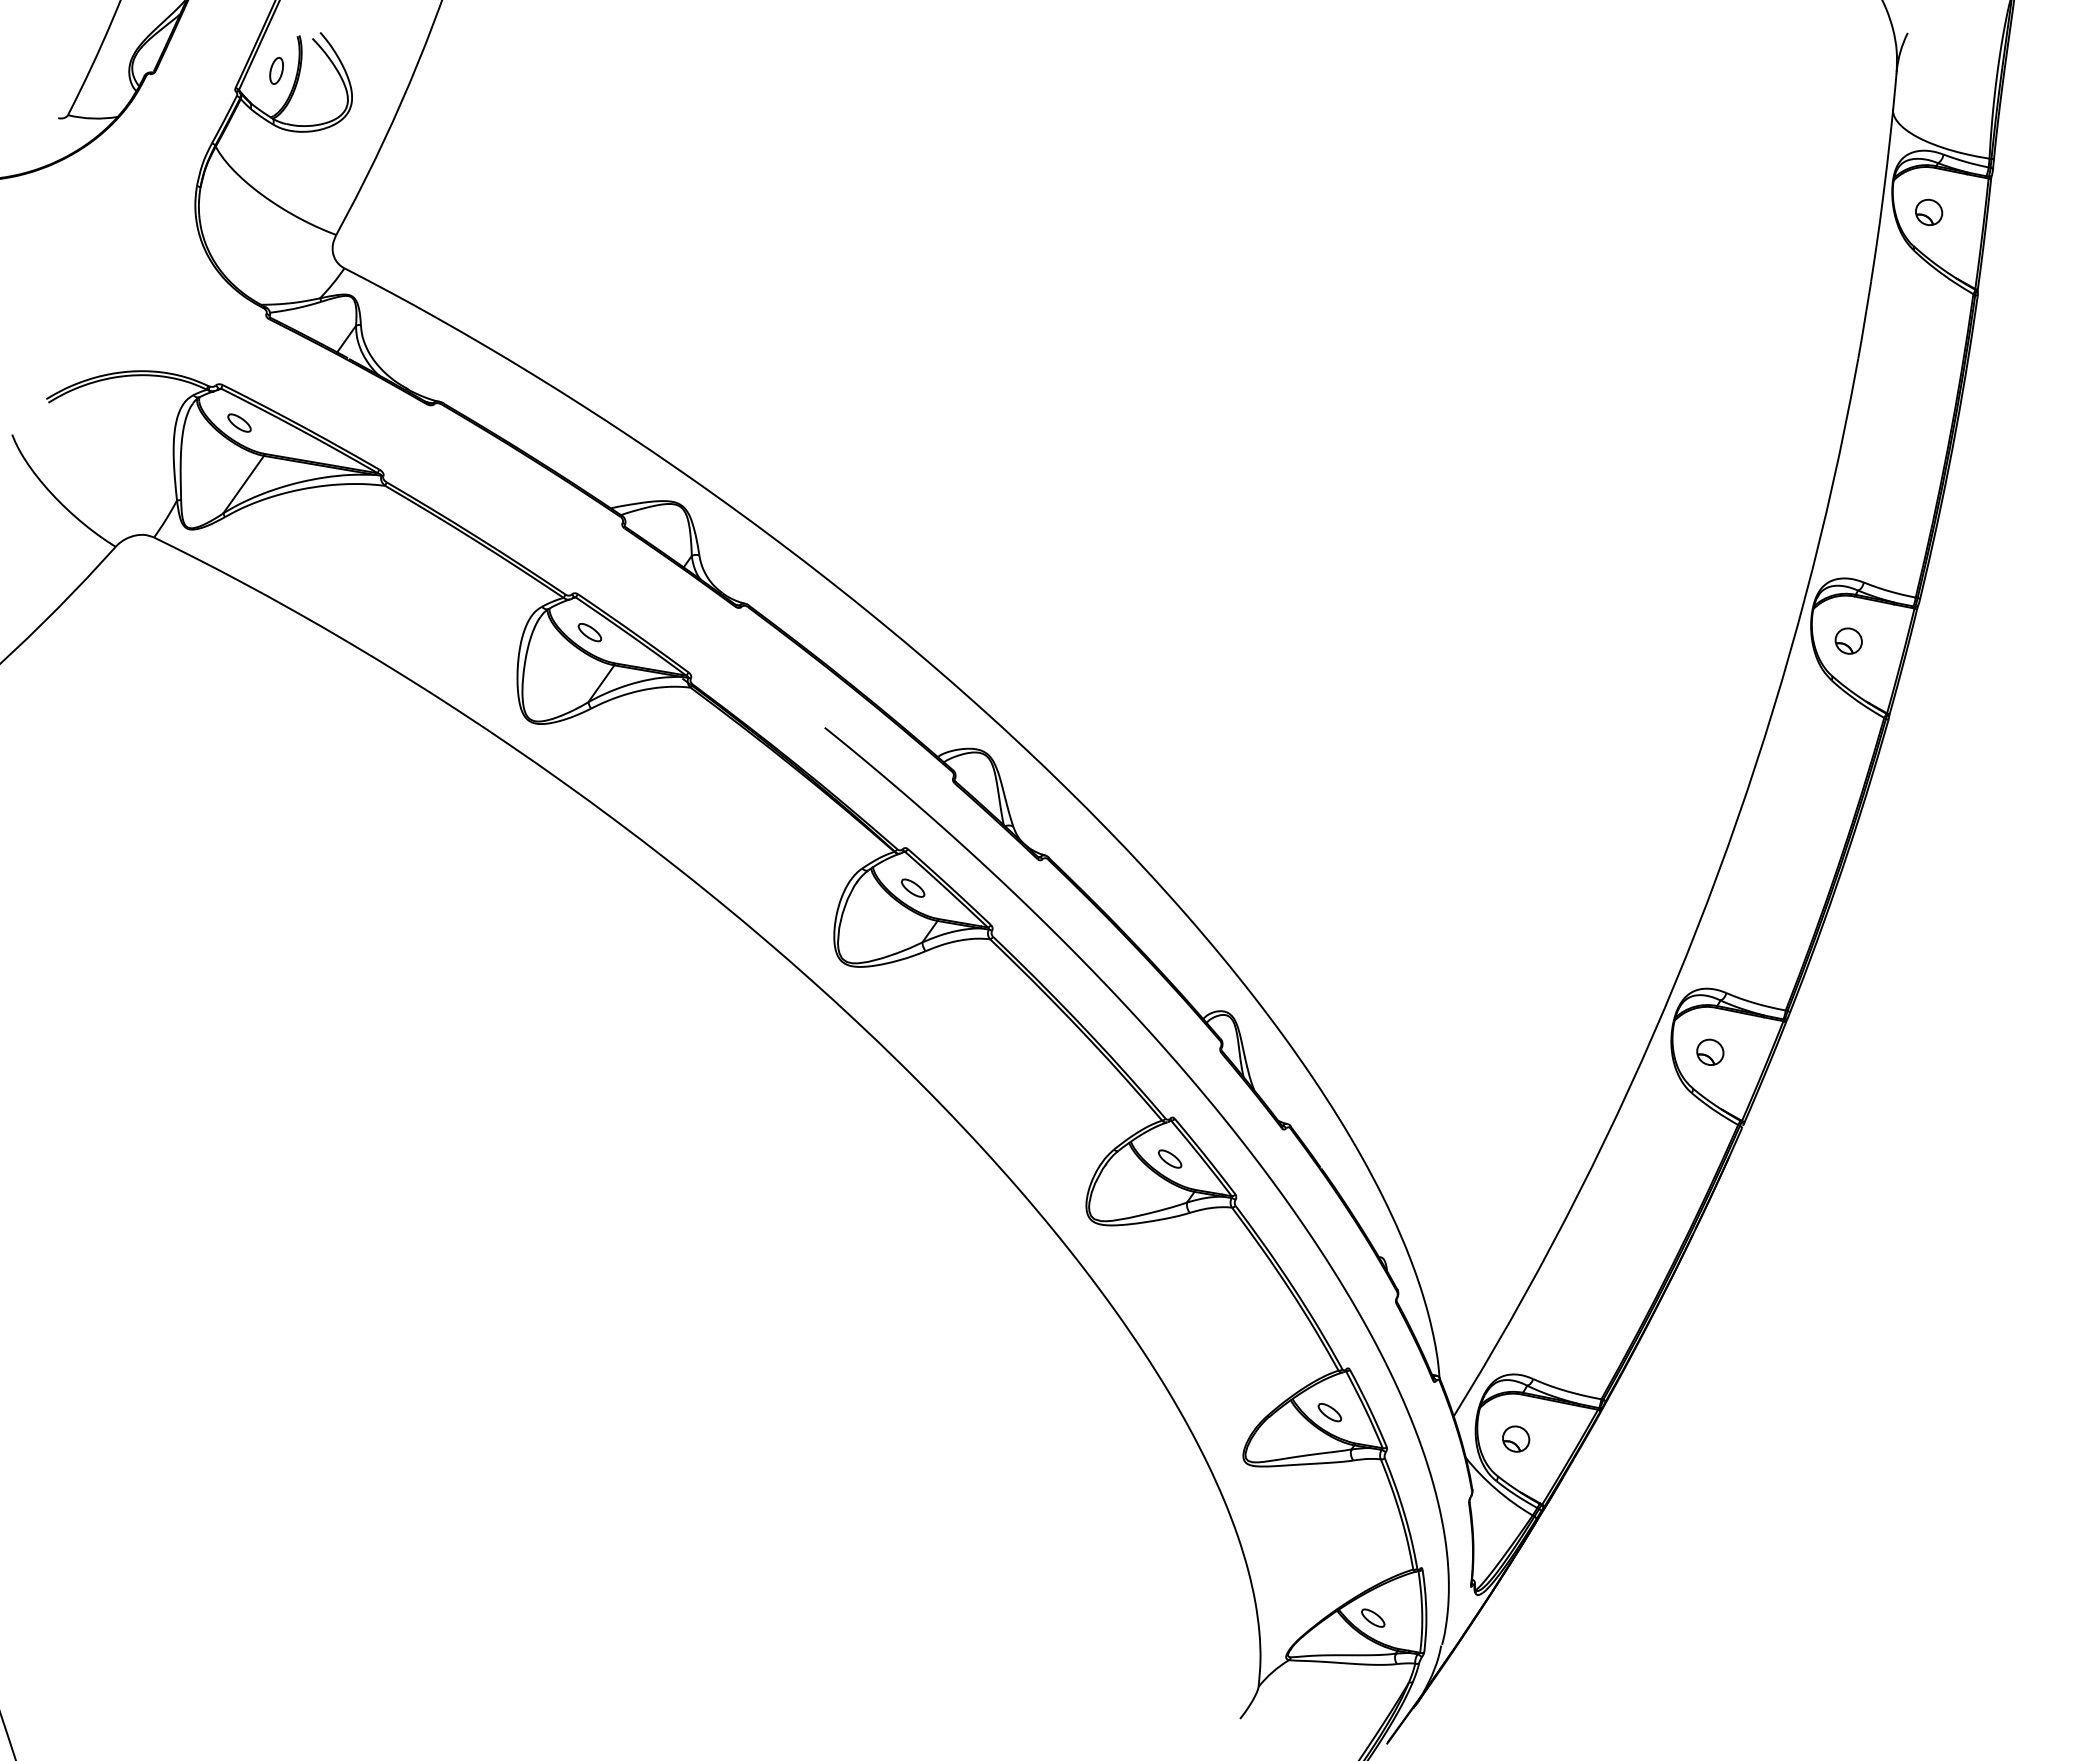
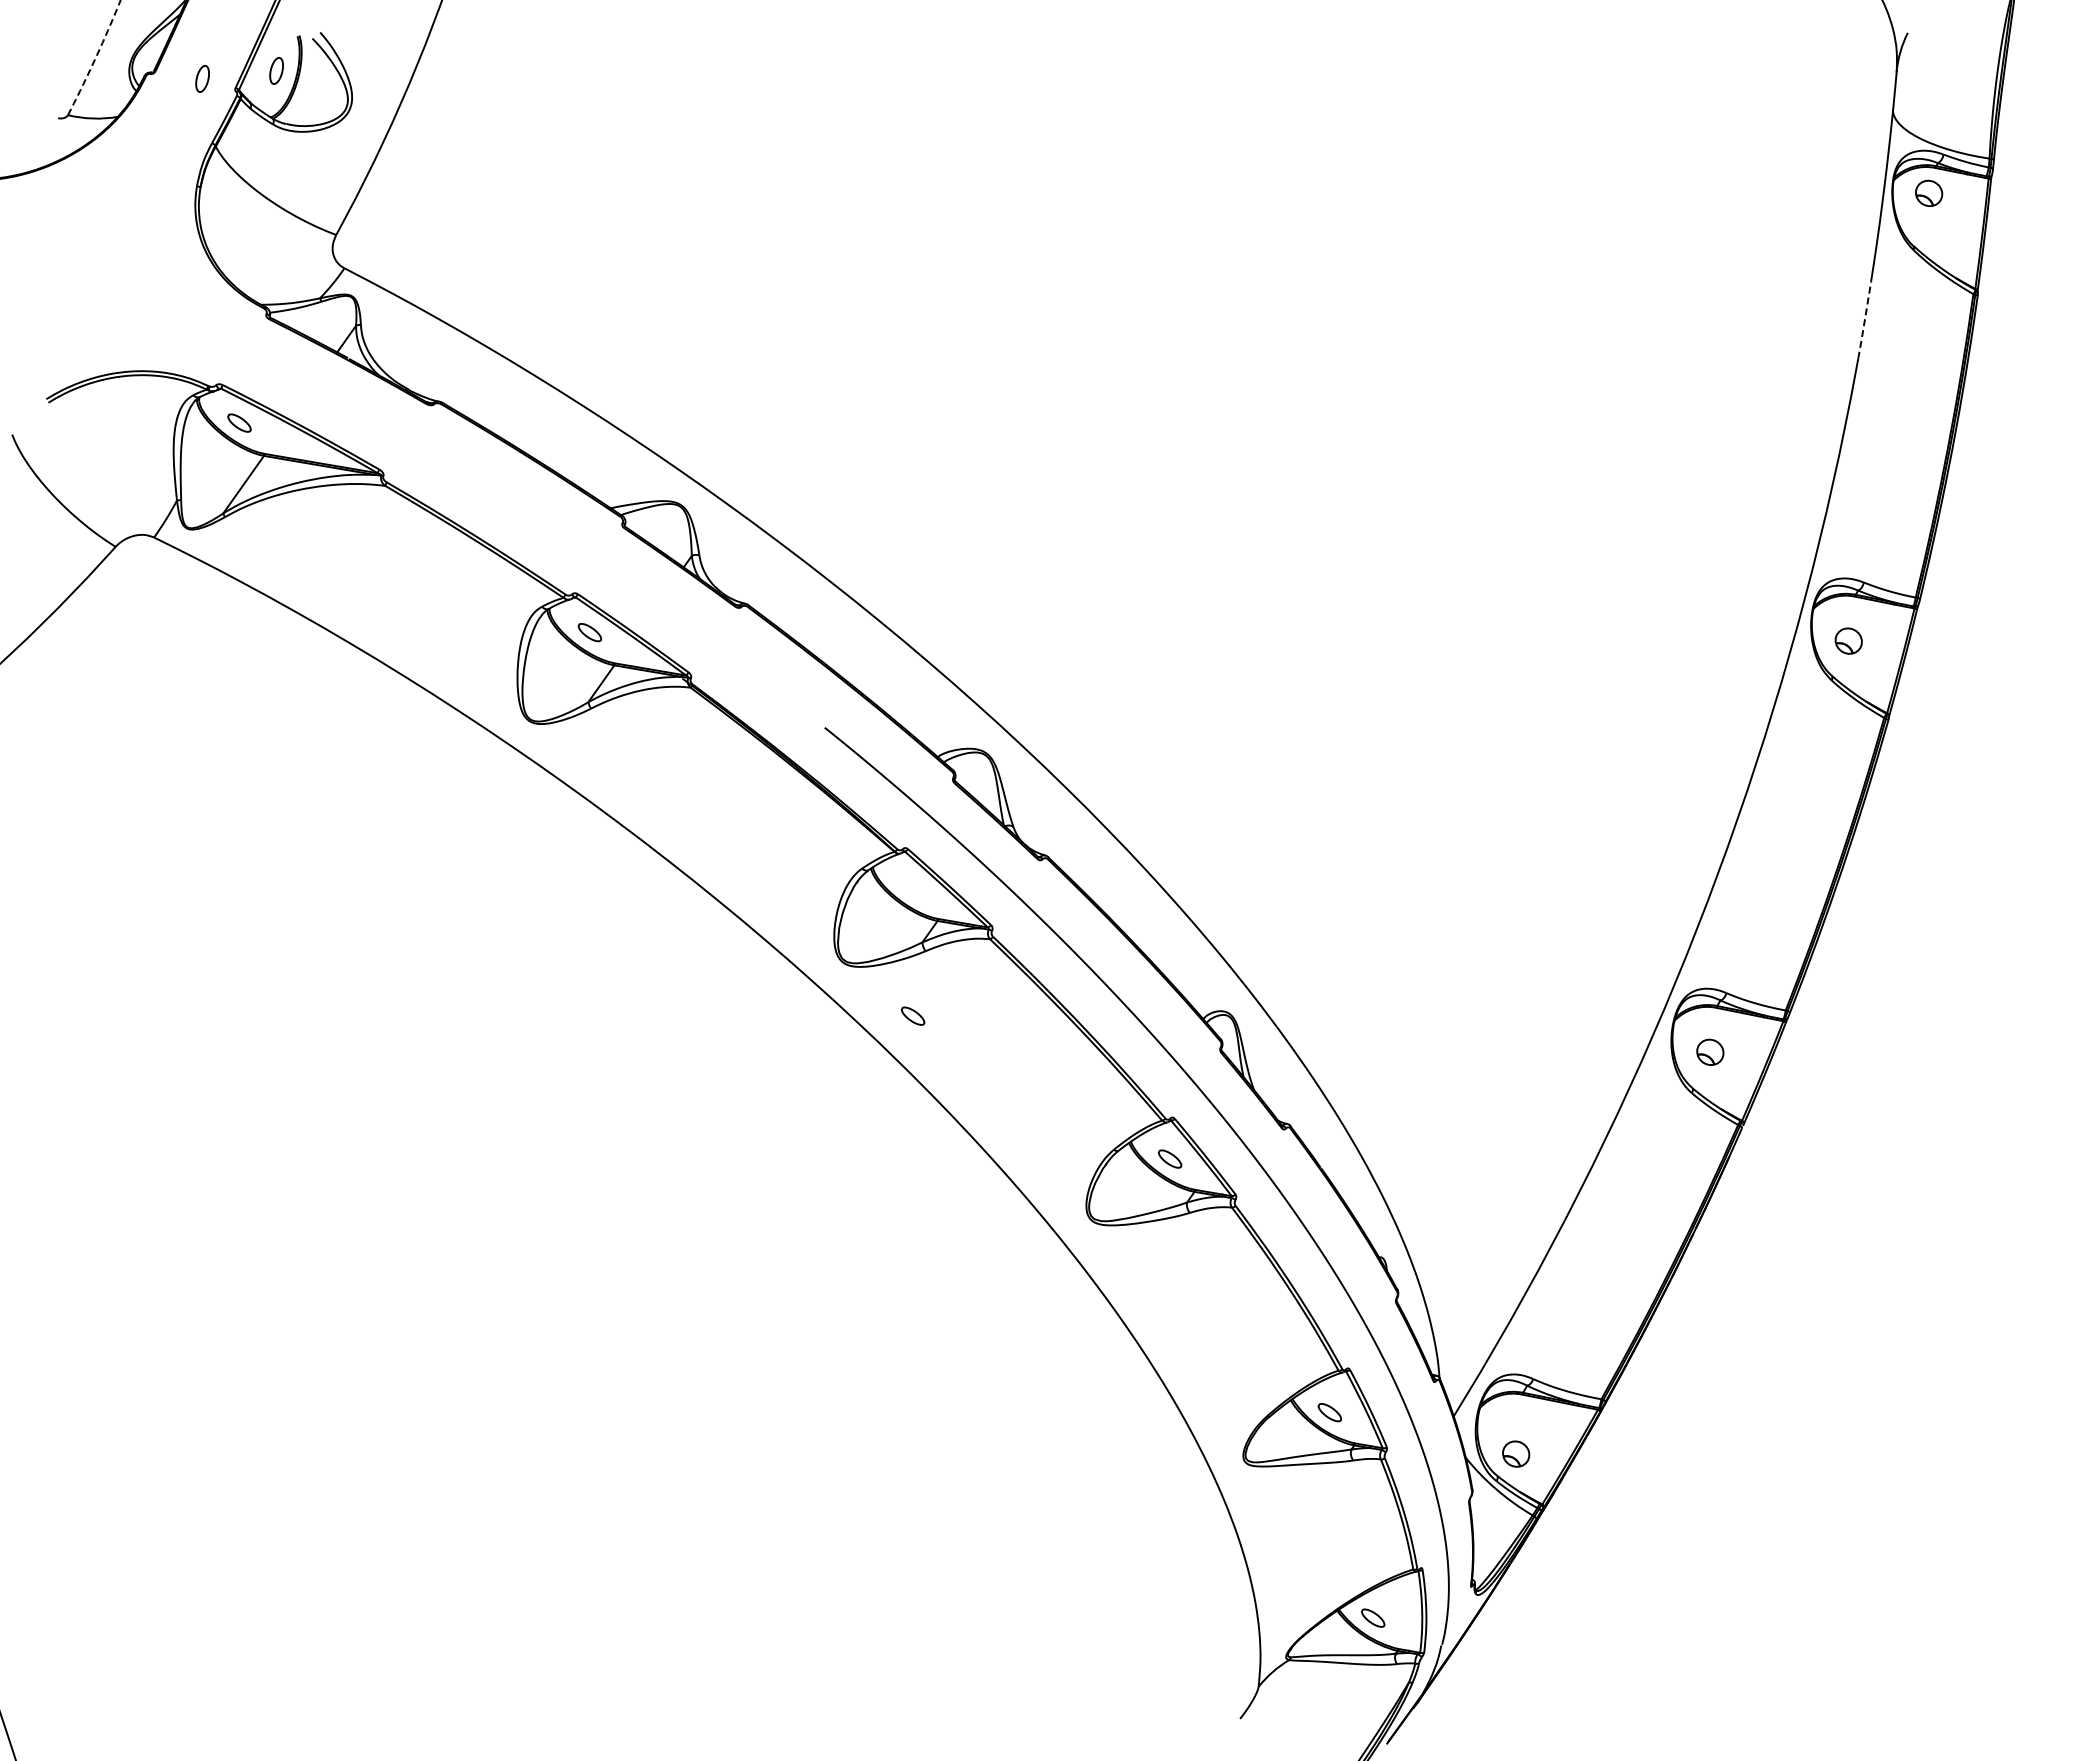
arc at (95, 58): solid -> dashed
part at (202, 78): none -> present
part at (1929, 211) position: (1929, 211) -> (1929, 192)
line at (1864, 319): solid -> dashed
part at (913, 887) position: (913, 887) -> (913, 1015)
part at (1516, 1438) position: (1516, 1438) -> (1516, 1453)
